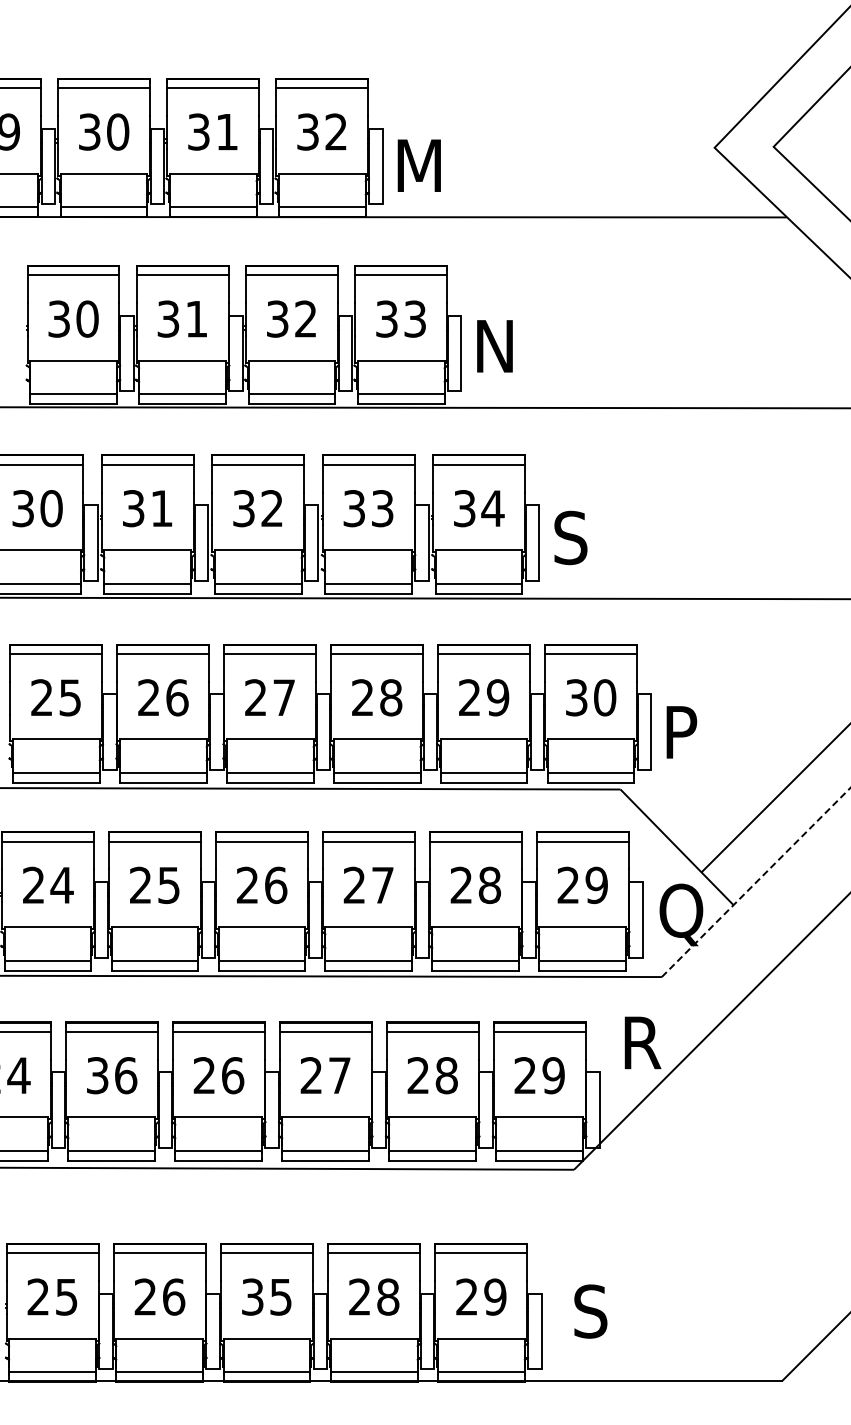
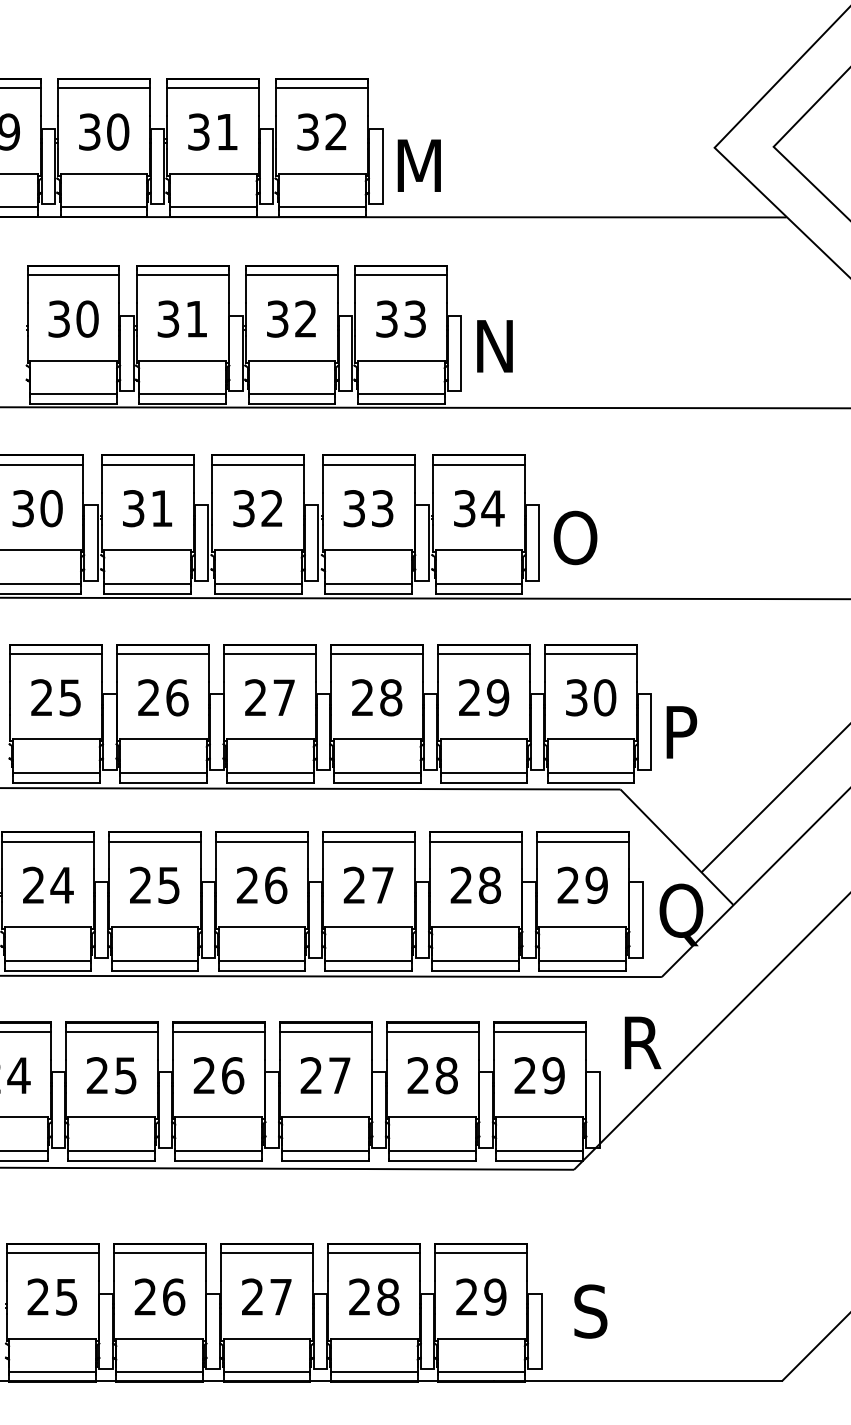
text at (575, 537): S -> O
line at (756, 882): dashed -> solid
text at (111, 1075): 36 -> 25
text at (266, 1296): 35 -> 27
